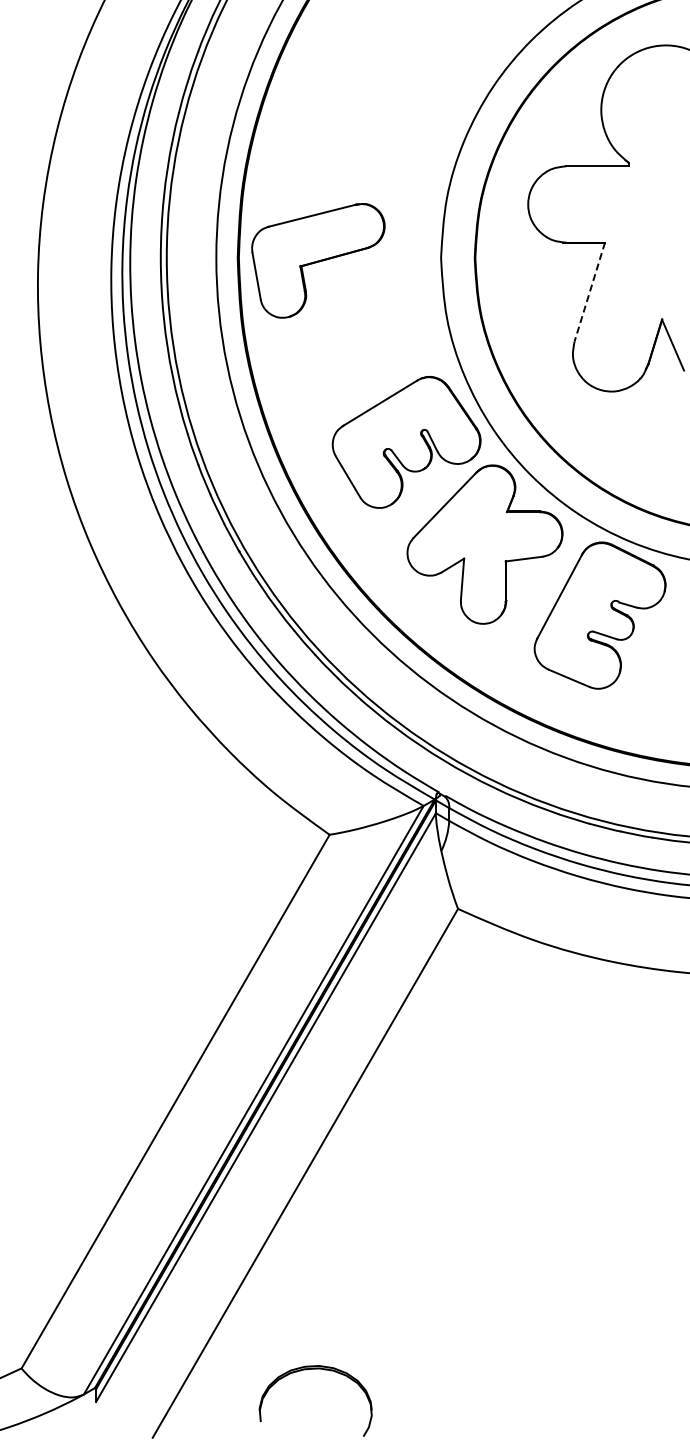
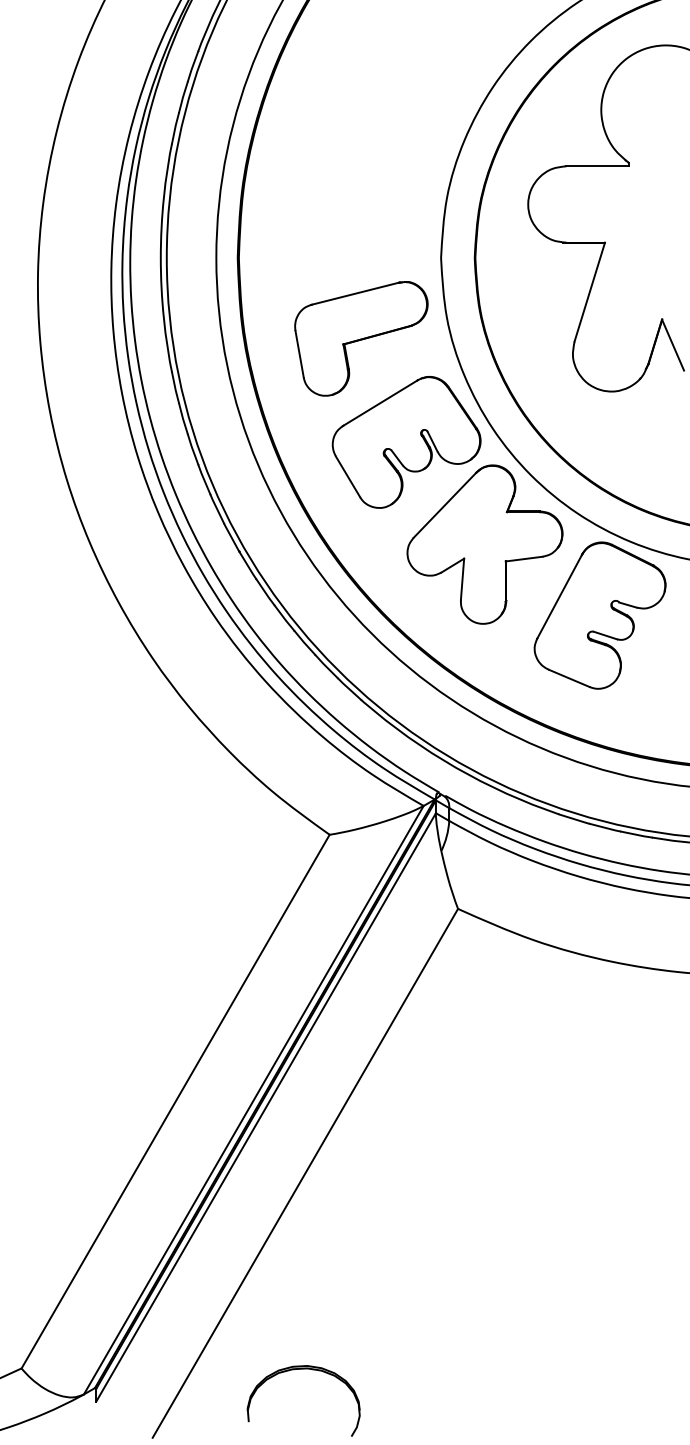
part at (318, 260) position: (318, 260) -> (361, 338)
line at (589, 292): dashed -> solid
part at (315, 1369) position: (315, 1369) -> (303, 1369)
